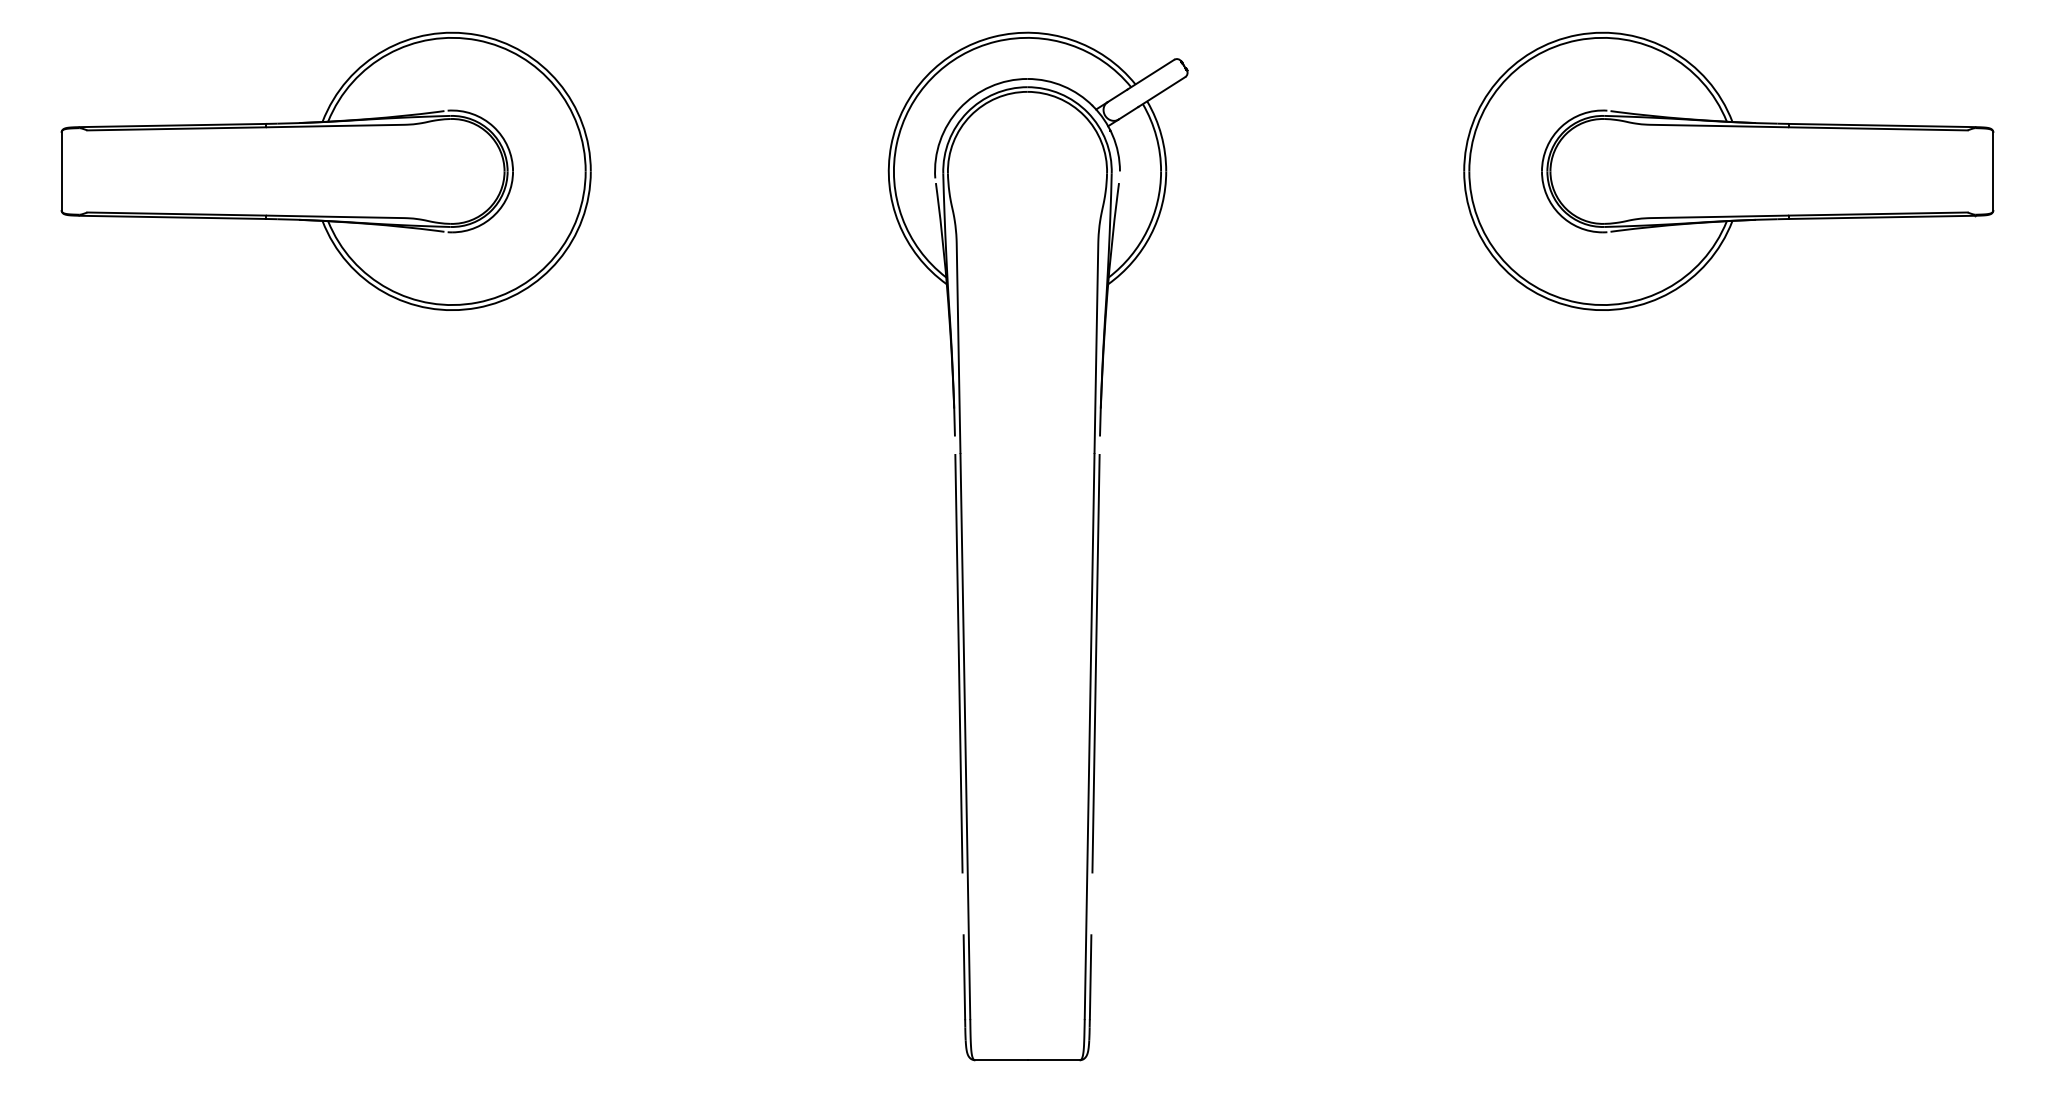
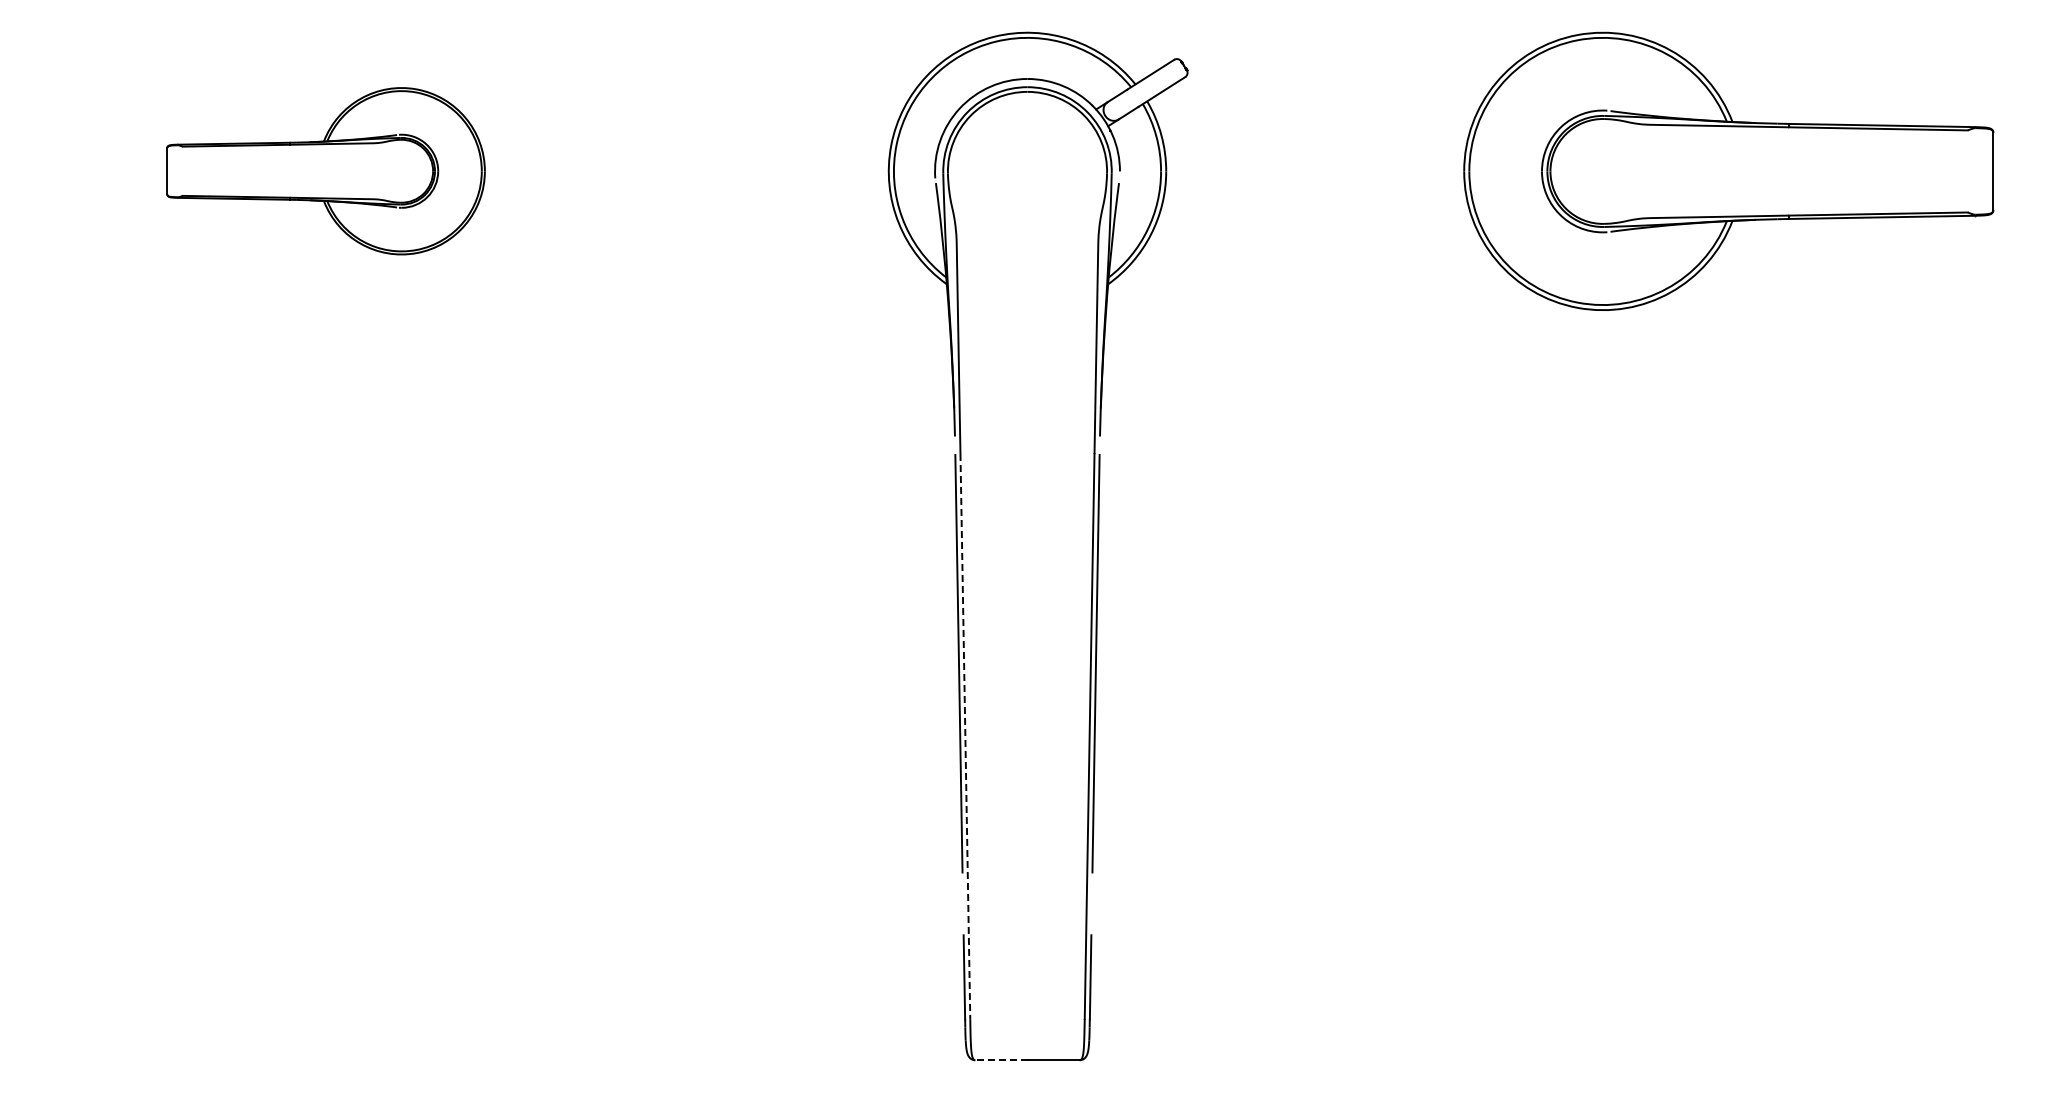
part at (325, 170) size: 532x280 px -> 320x169 px
line at (965, 736): solid -> dashed
line at (1000, 1060): solid -> dashed
